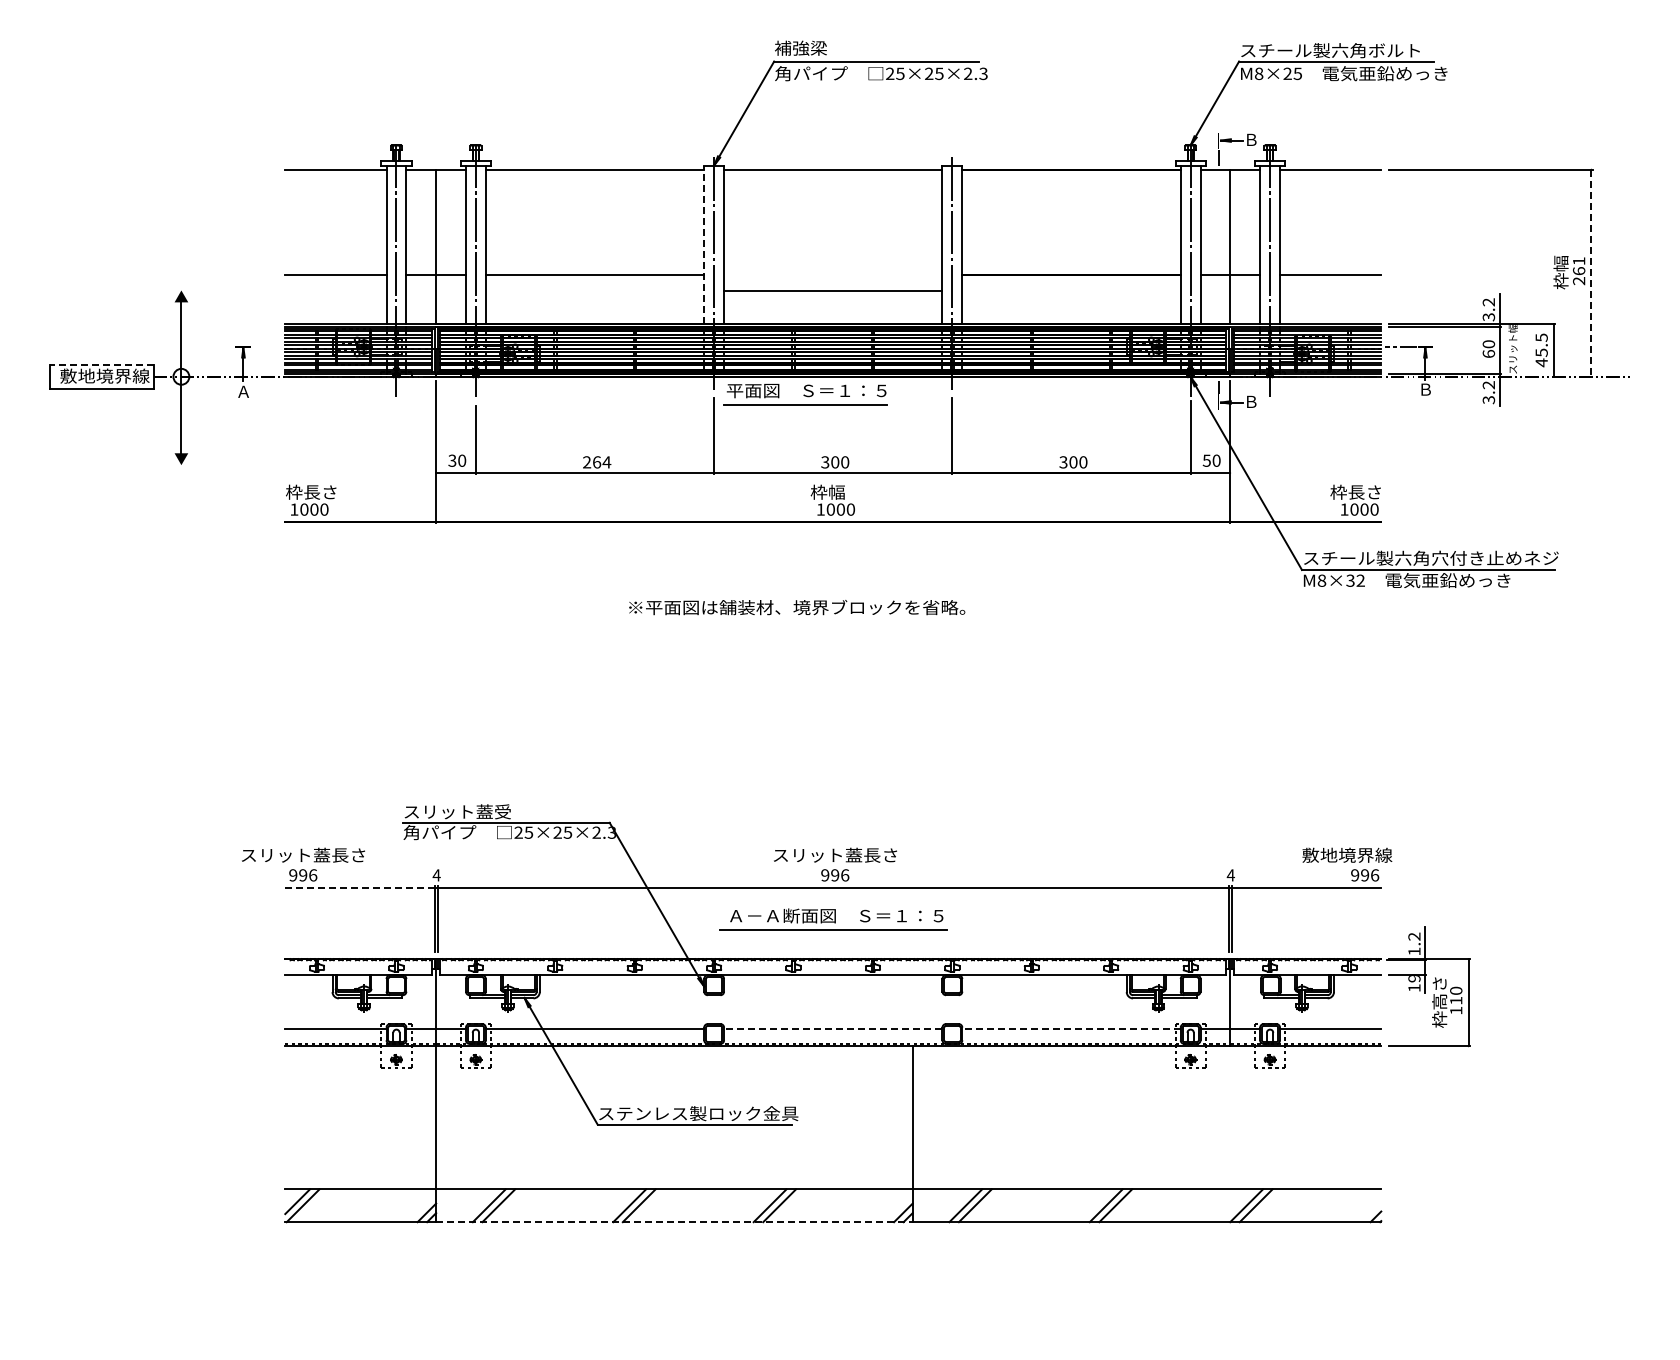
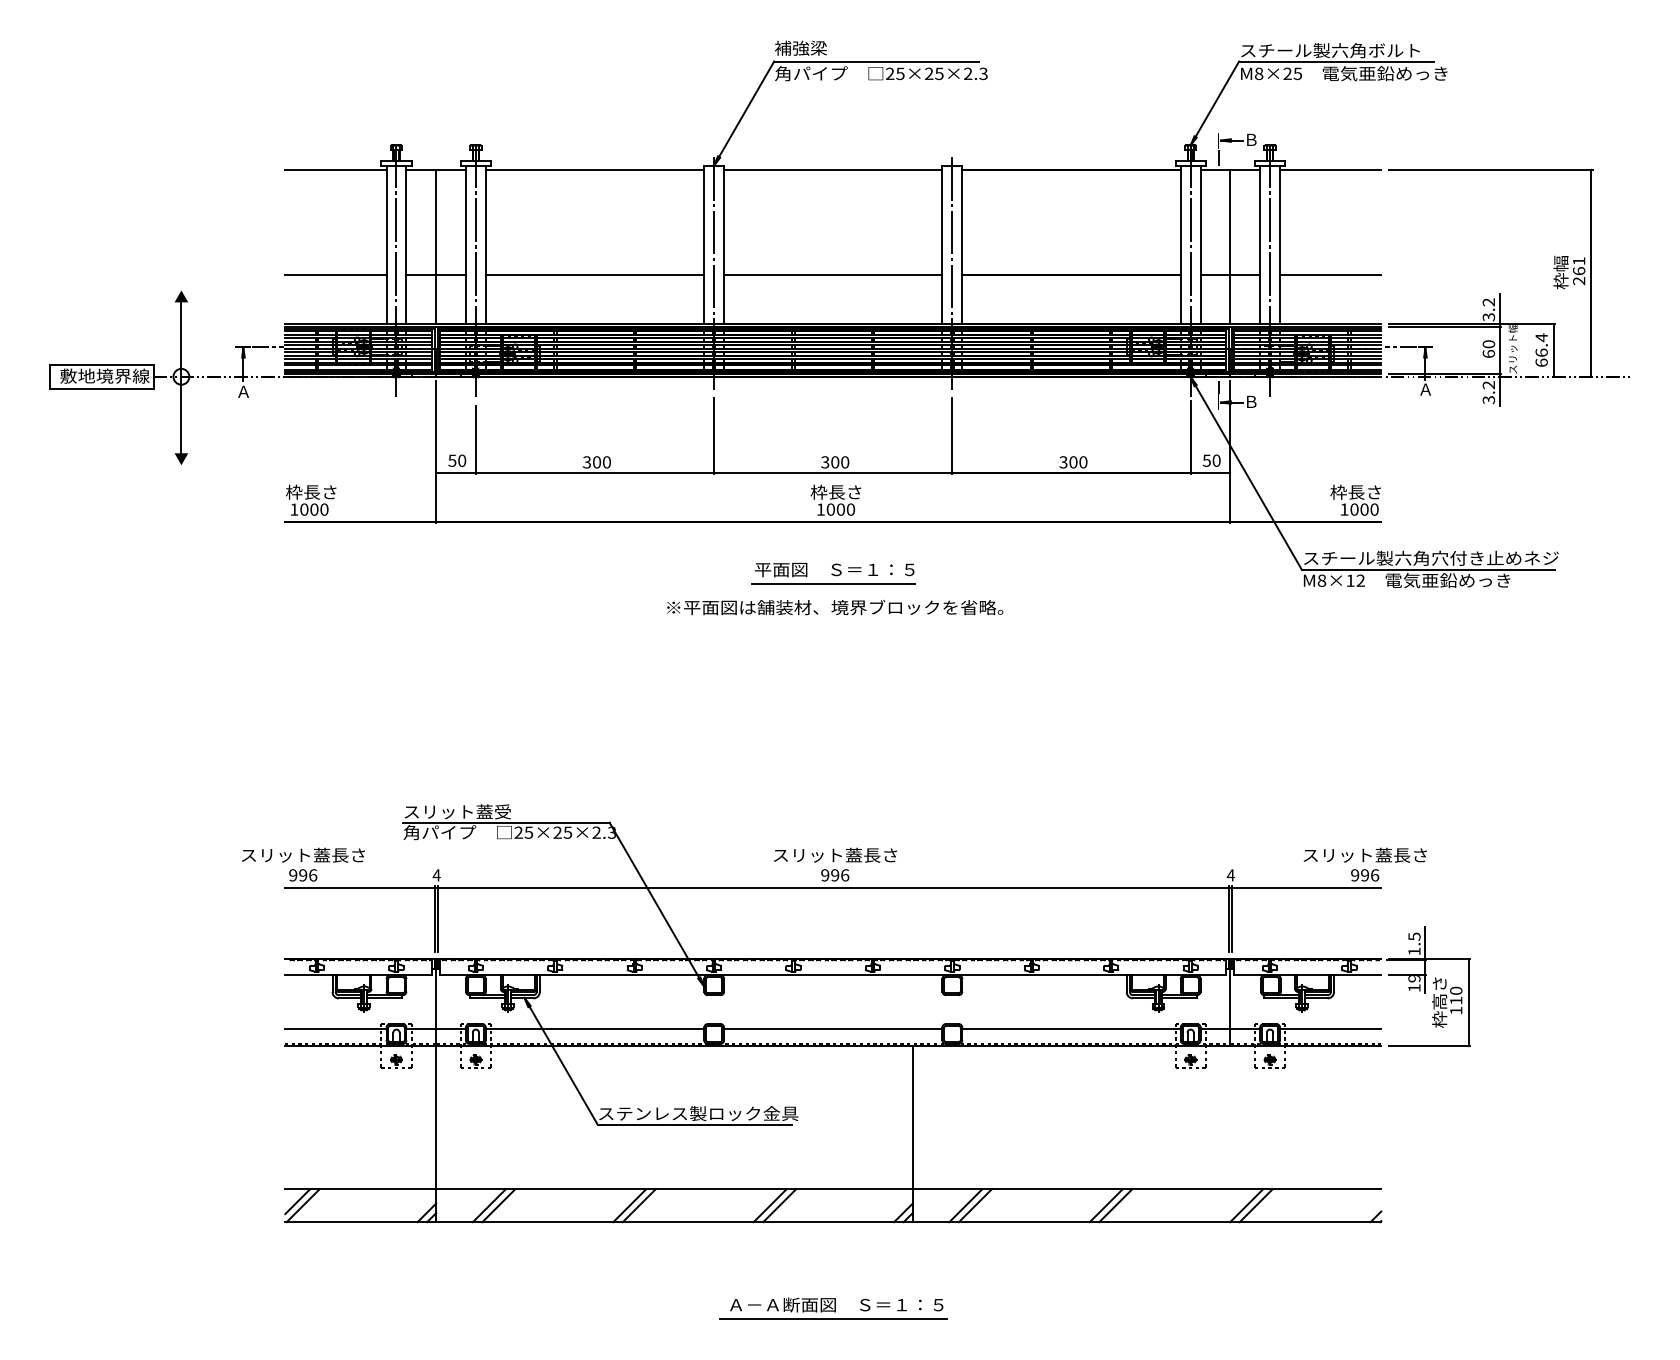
line at (704, 244): dashed -> solid
line at (1591, 273): dashed -> solid
line at (833, 290) position: (833, 290) -> (833, 274)
line at (267, 346): none -> present
text at (1541, 350): 45.5 -> 66.4
line at (101, 364): dashed -> solid
text at (1425, 389): Ｂ -> Ａ
part at (805, 394) position: (805, 394) -> (833, 573)
text at (452, 460): 30 -> 50
text at (597, 462): 264 -> 300
text at (845, 491): 枠幅 -> 枠長さ
text at (1350, 580): M8×32 -> M8×12
text at (797, 607) position: (797, 607) -> (835, 607)
text at (1364, 854): 敷地境界線 -> スリット蓋長さ
line at (359, 887): dashed -> solid
part at (833, 919) position: (833, 919) -> (833, 1308)
text at (1414, 936): 1.2 -> 1.5
line at (832, 1028): dashed -> solid
line at (1071, 1028): dashed -> solid
line at (674, 1222): dashed -> solid
